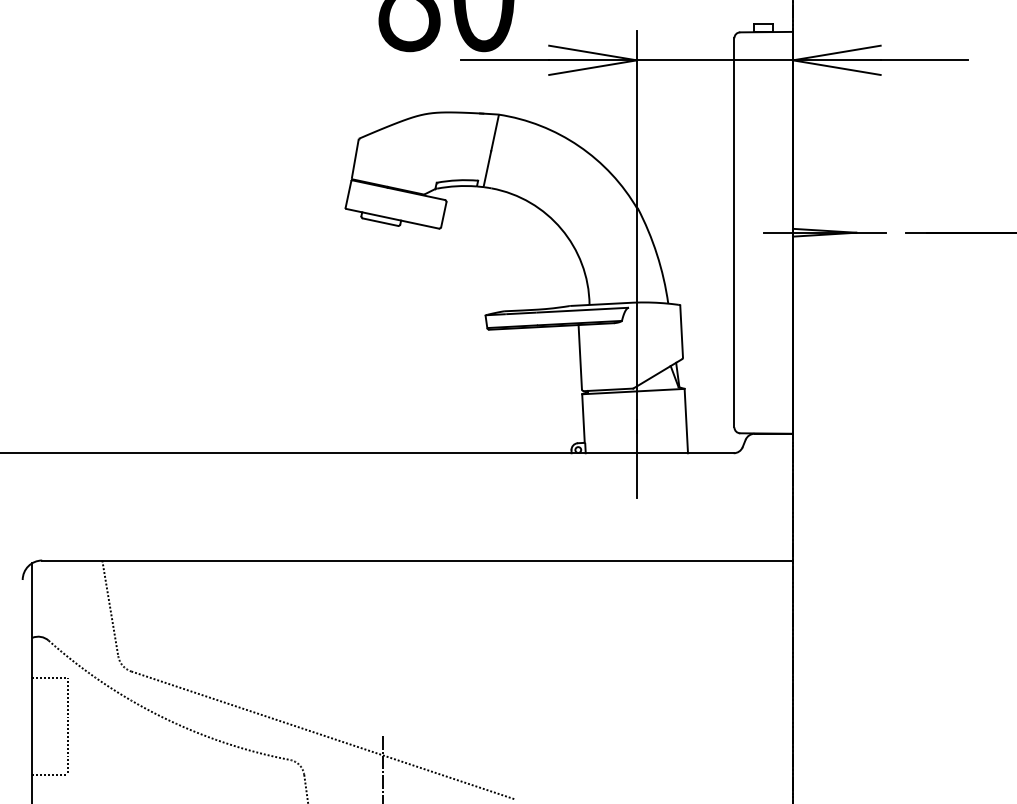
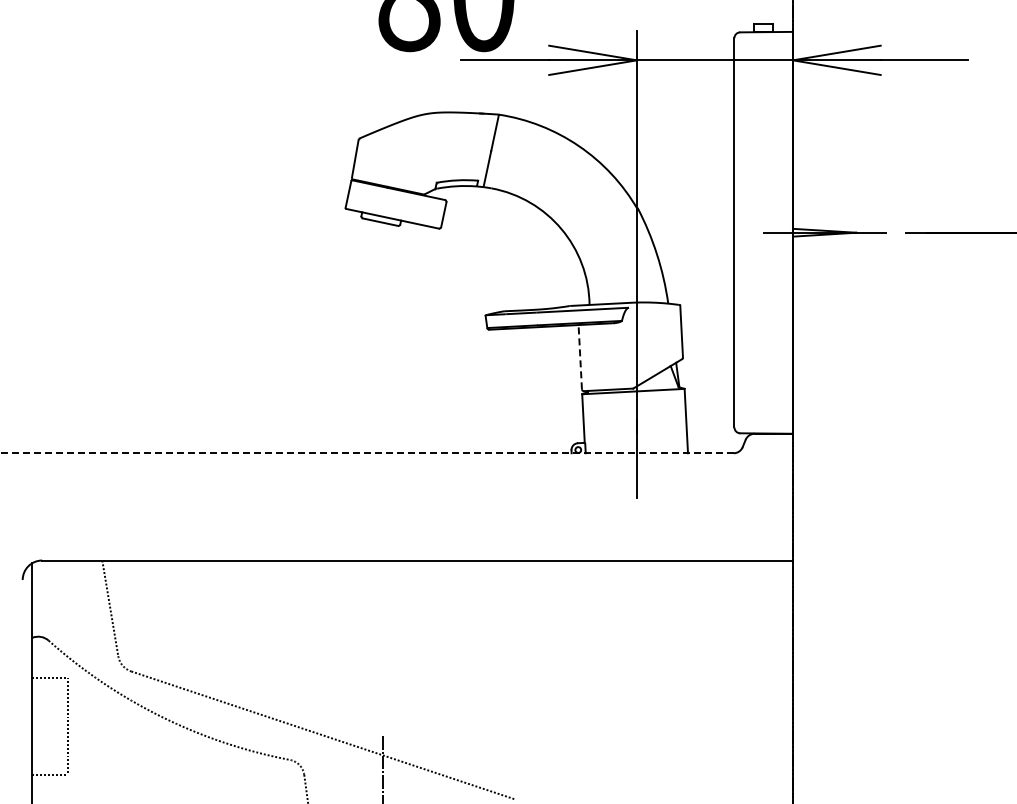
line at (580, 356): solid -> dashed
line at (366, 453): solid -> dashed
